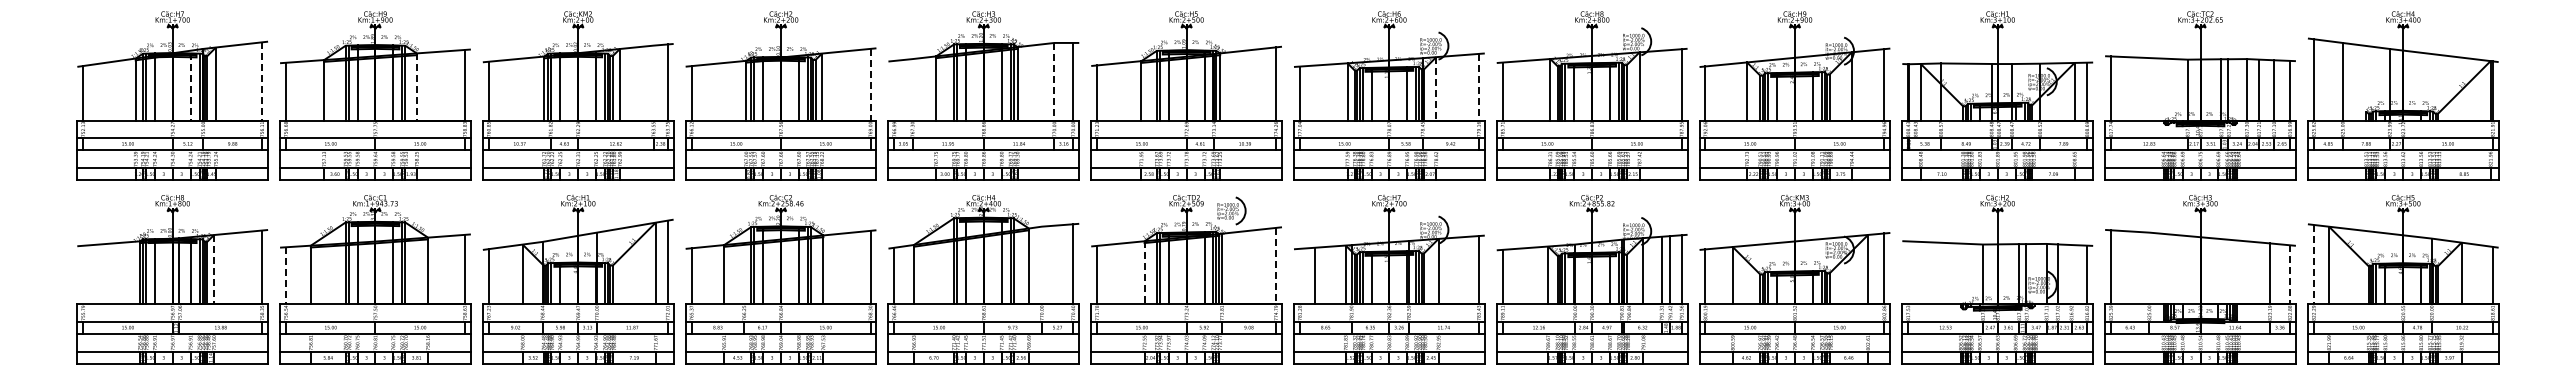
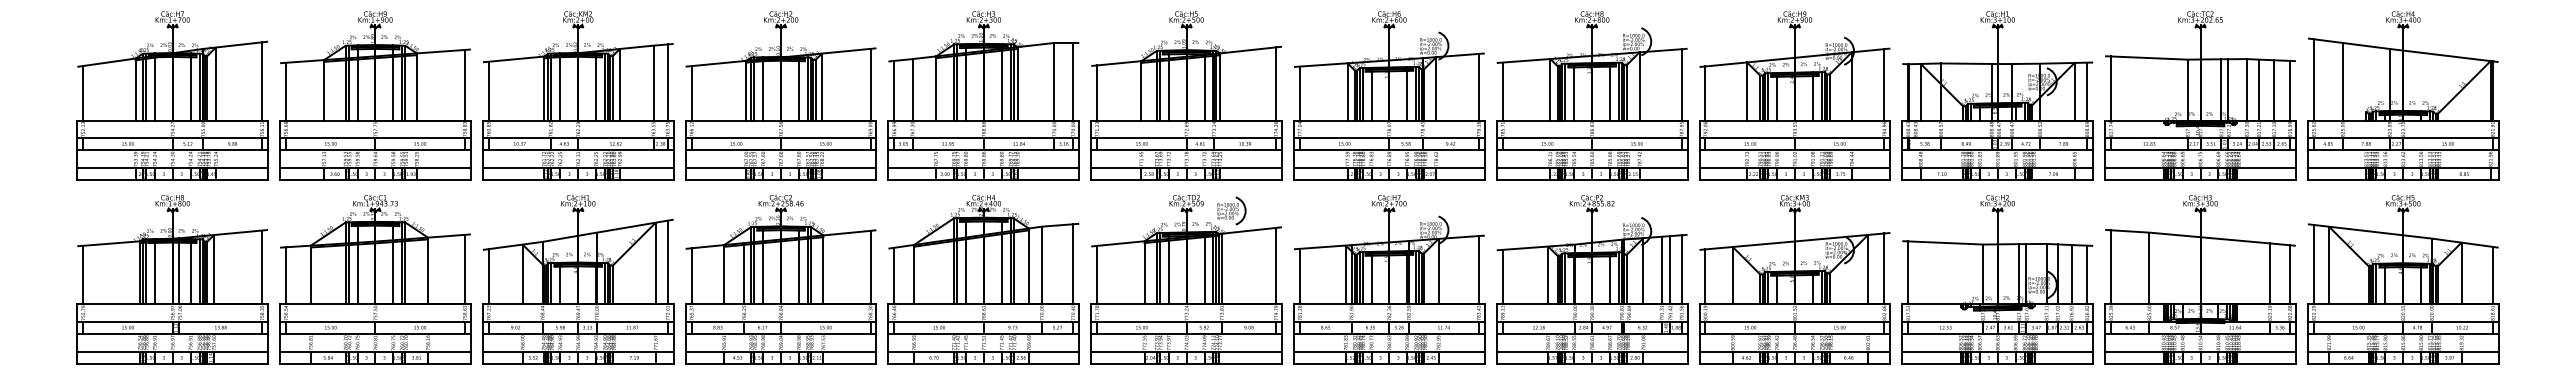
line at (262, 81): dashed -> solid
line at (1054, 81): dashed -> solid
line at (653, 82): none -> present
line at (870, 84): dashed -> solid
line at (190, 86): dashed -> solid
line at (416, 86): dashed -> solid
line at (1478, 87): dashed -> solid
line at (1436, 88): dashed -> solid
line at (912, 89): none -> present
line at (894, 90): none -> present
line at (2313, 264): dashed -> solid
line at (1041, 265): none -> present
line at (1276, 266): dashed -> solid
line at (2149, 268): none -> present
line at (214, 269): dashed -> solid
line at (1908, 272): none -> present
line at (744, 273): none -> present
line at (1144, 273): dashed -> solid
line at (83, 274): none -> present
line at (2071, 274): none -> present
line at (2289, 275): dashed -> solid
line at (286, 276): dashed -> solid
line at (1314, 276) position: (1314, 276) -> (1299, 276)
